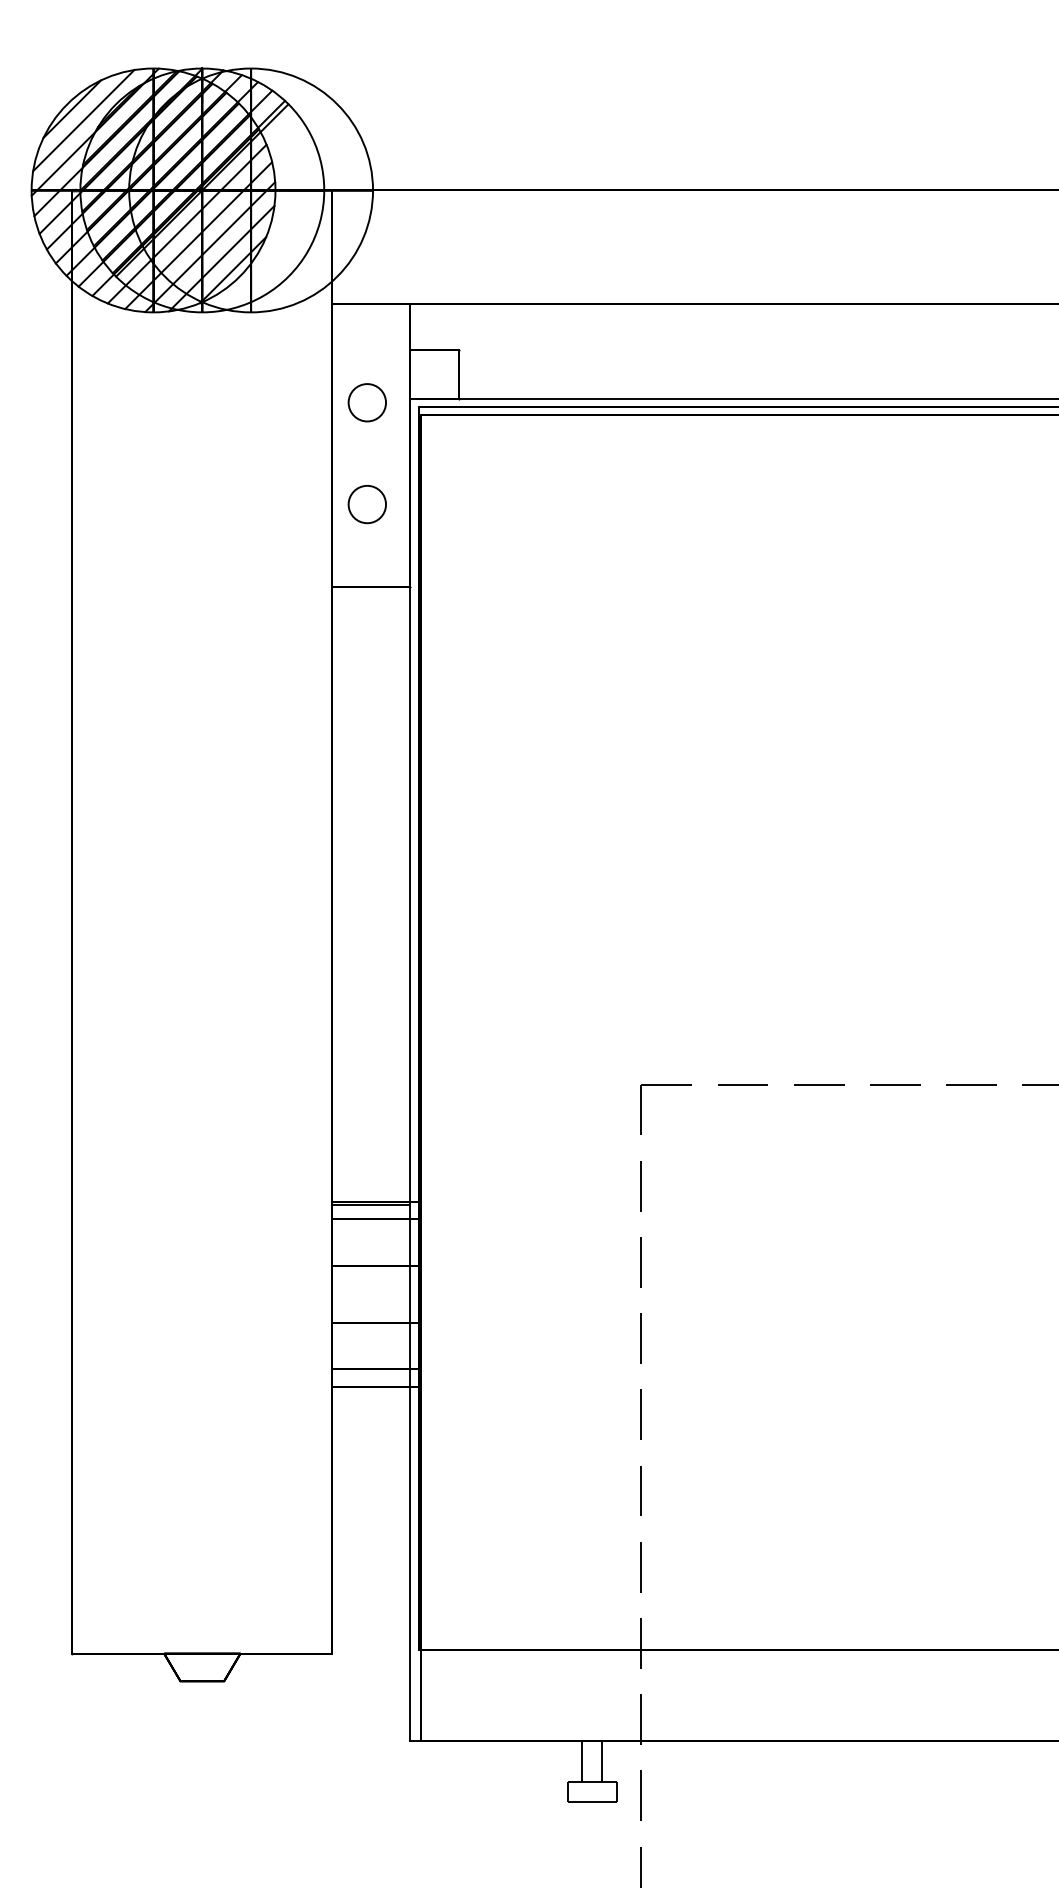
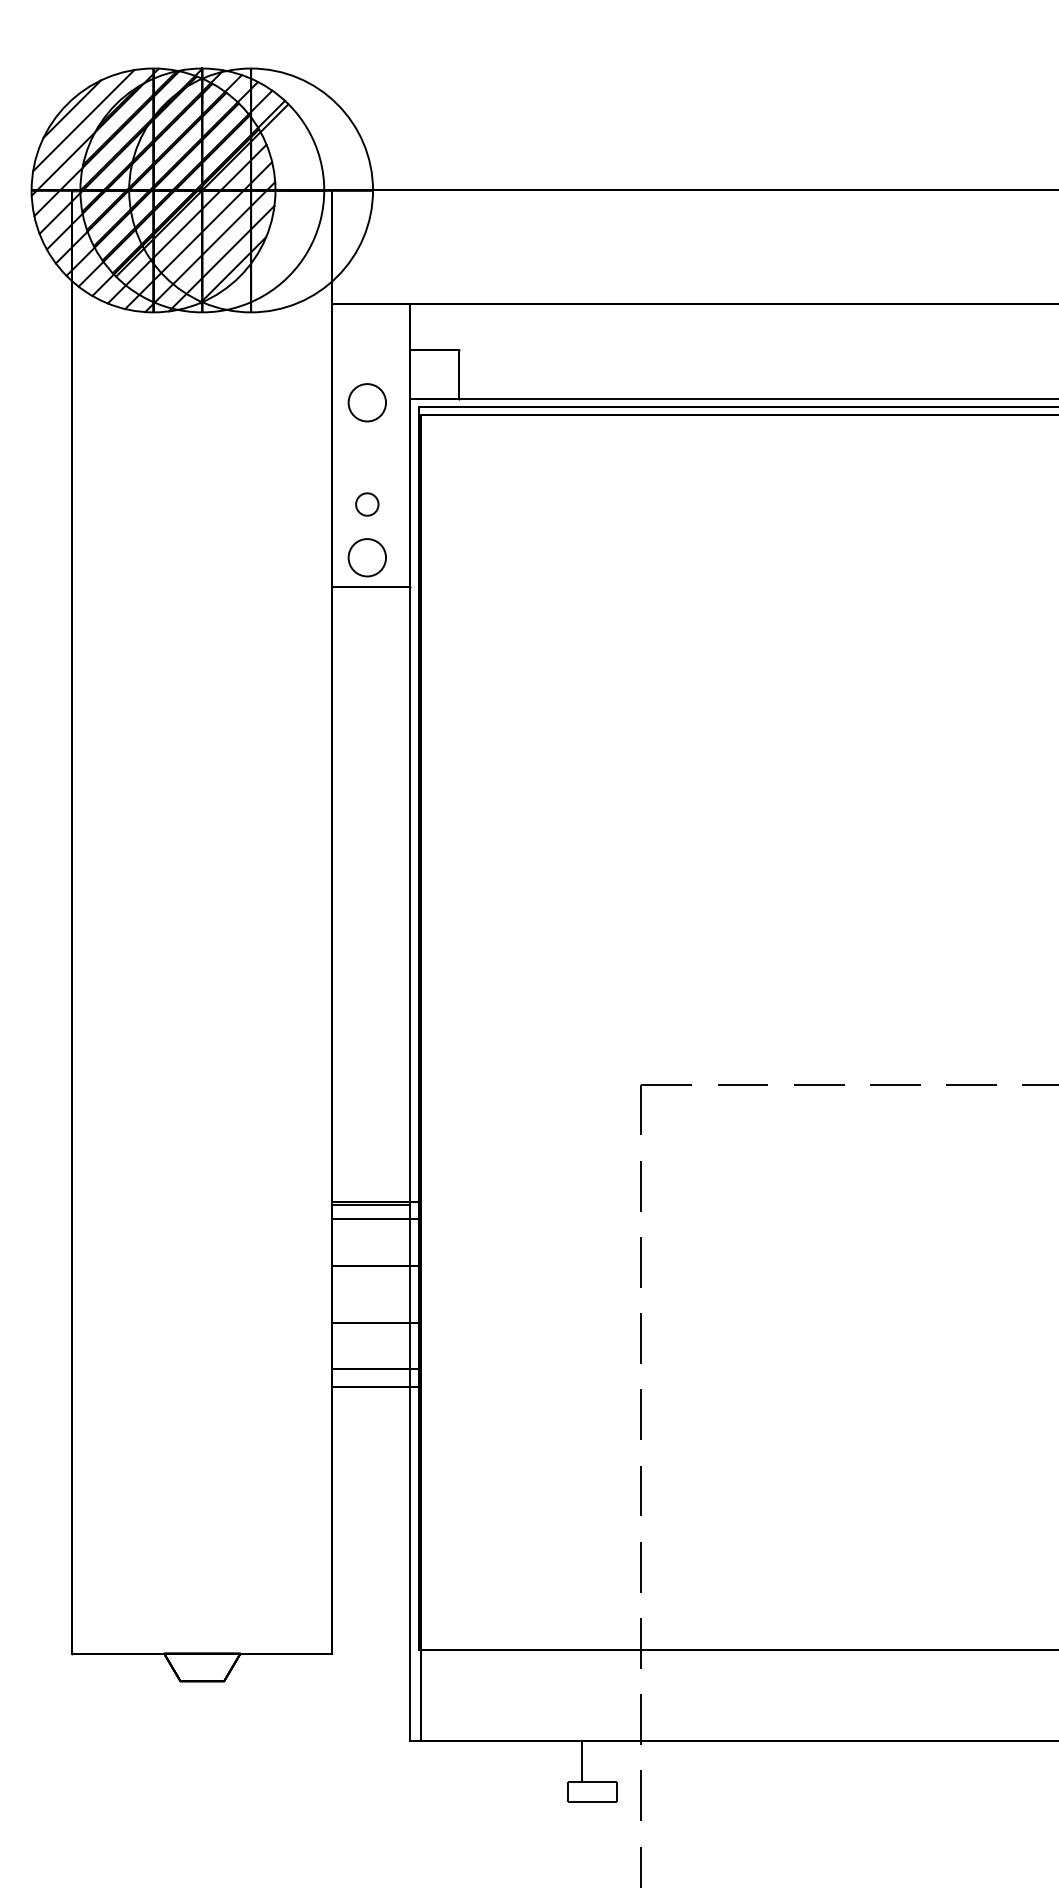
circle at (367, 504) diameter: 37 px -> 22 px
circle at (366, 557): none -> present
line at (601, 1761): present -> none
